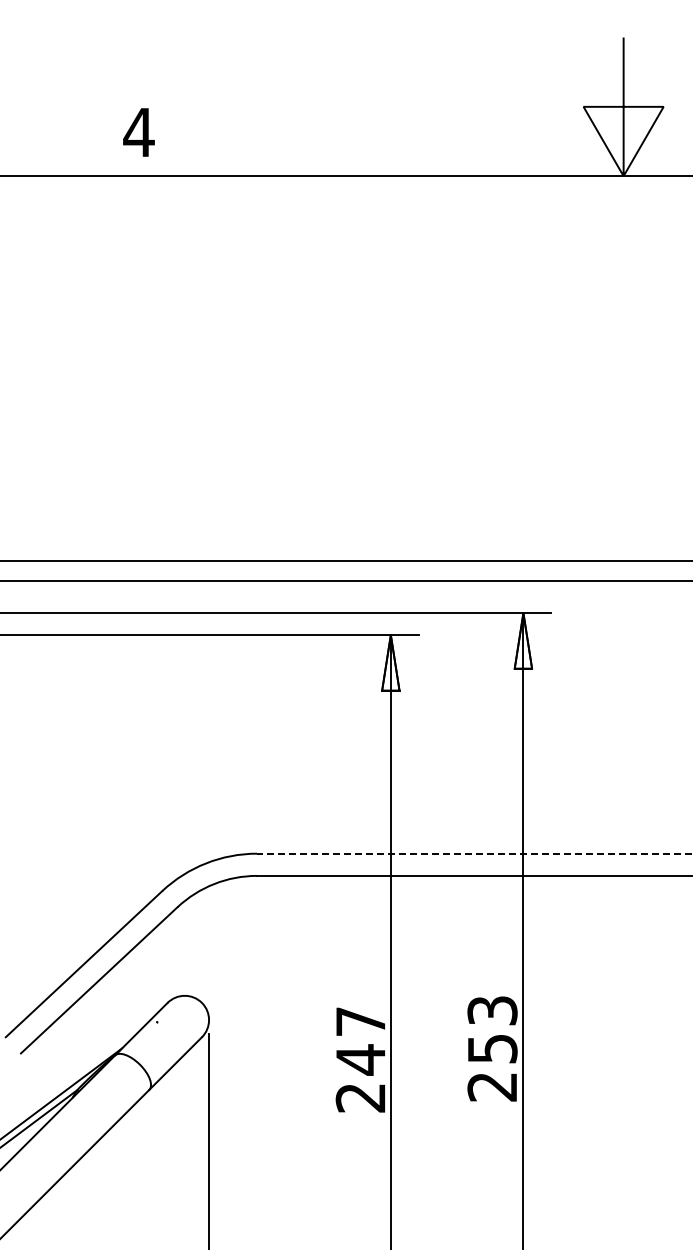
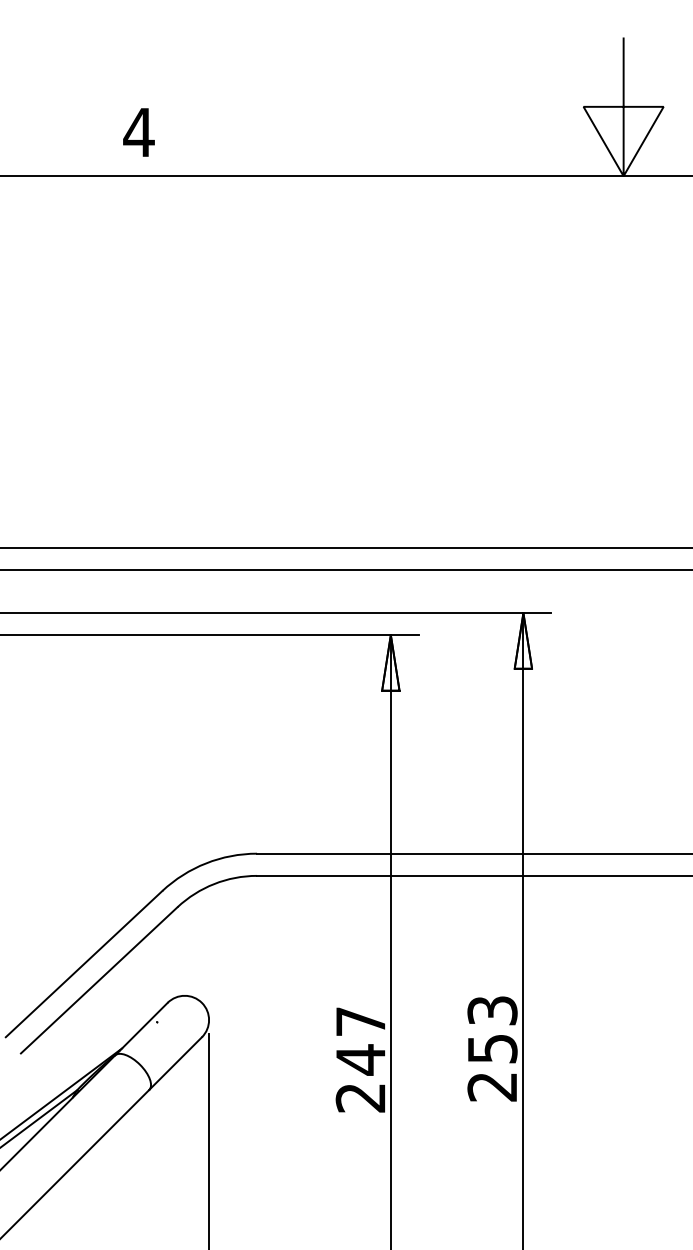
line at (345, 561) position: (345, 561) -> (345, 548)
line at (345, 581) position: (345, 581) -> (345, 570)
line at (474, 853): dashed -> solid
